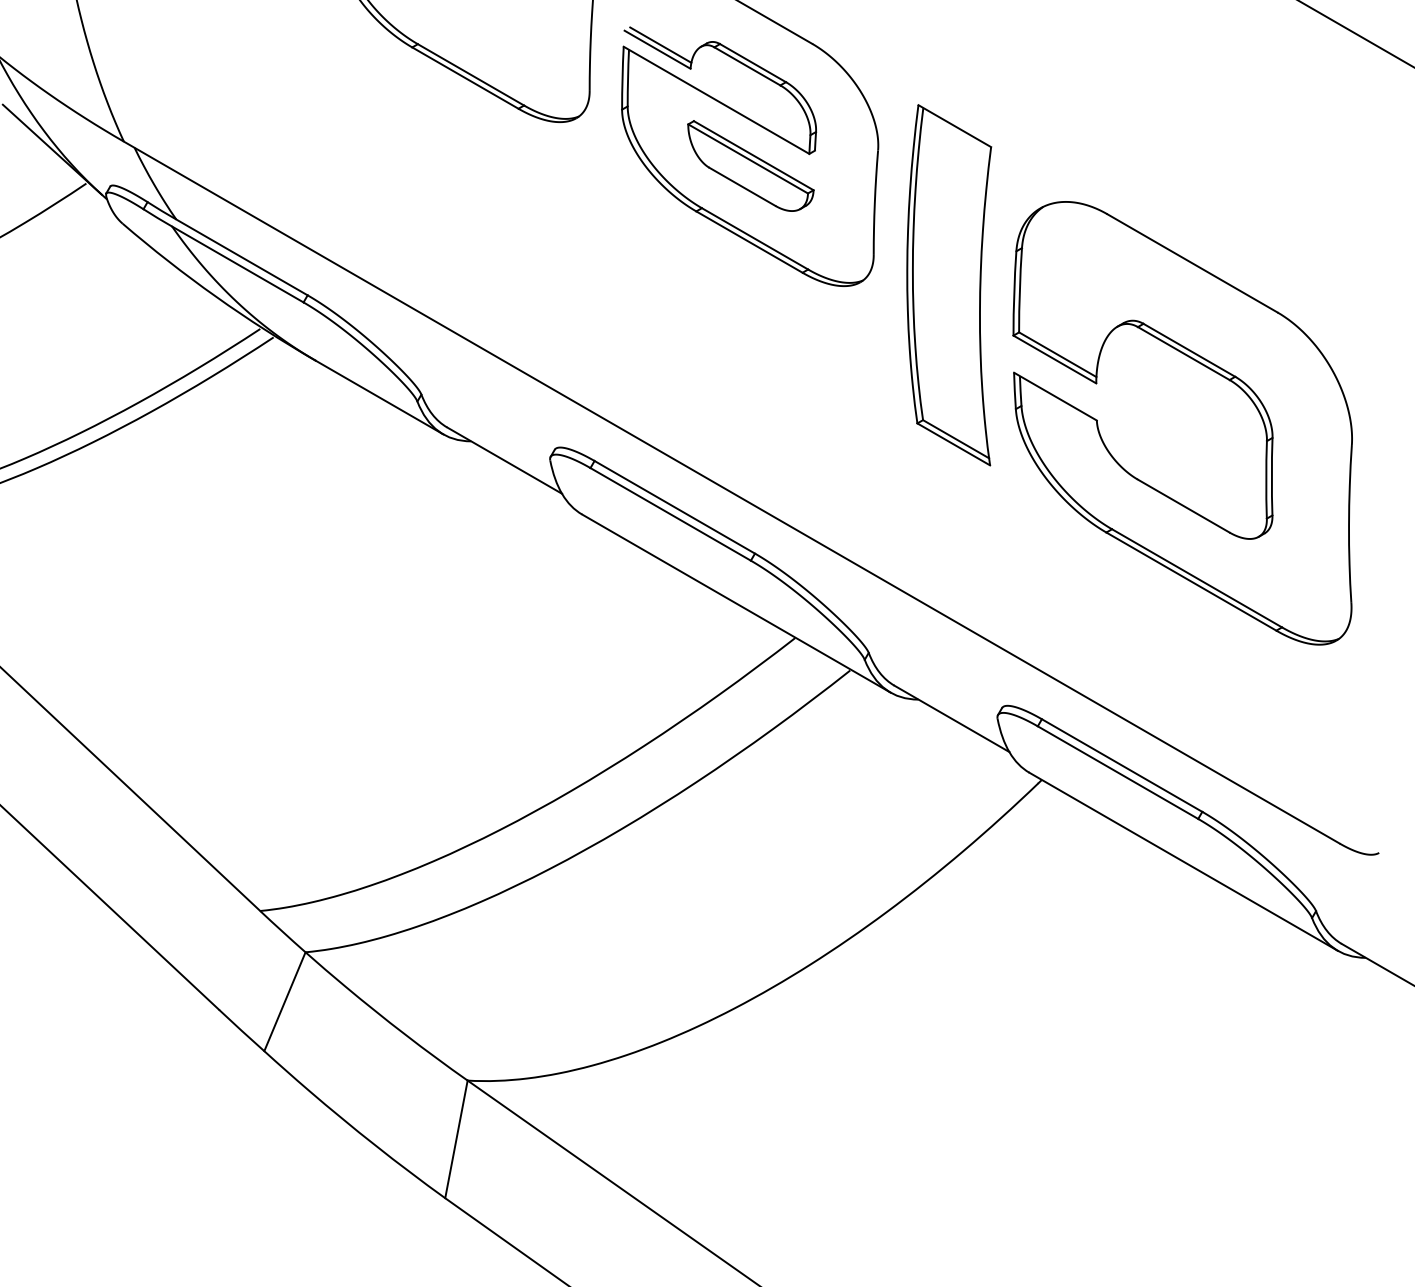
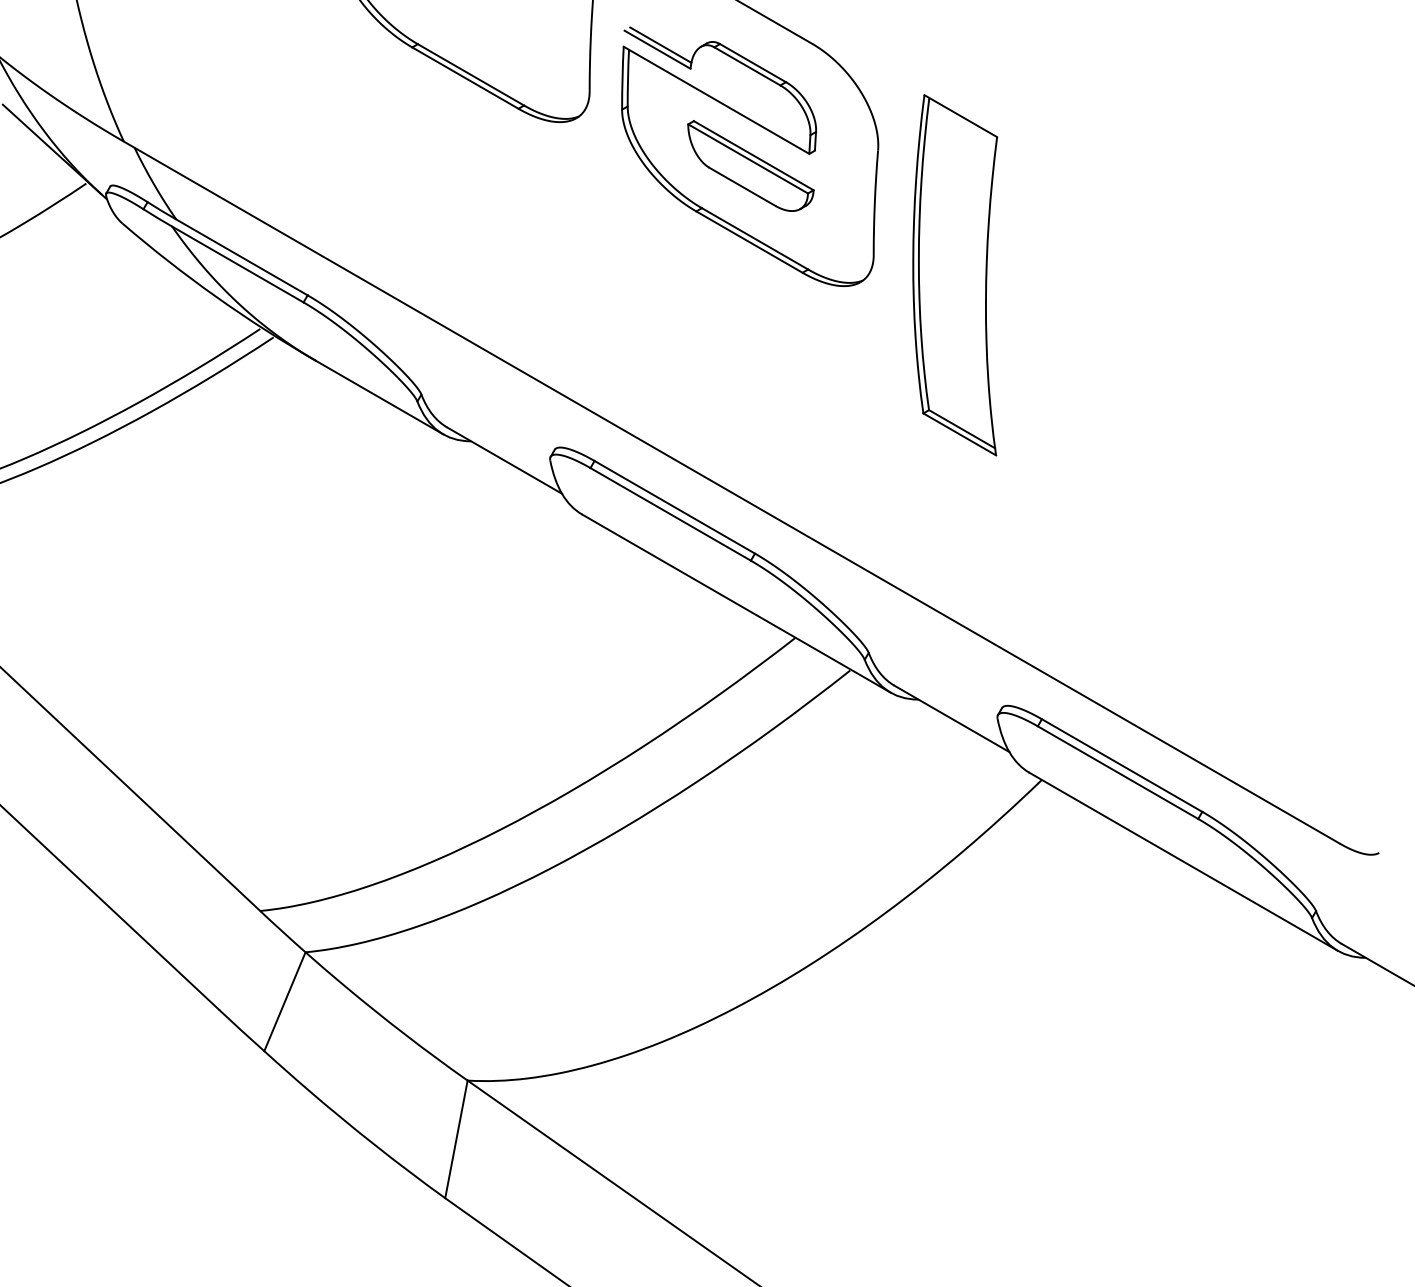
line at (1356, 33): present -> none
part at (949, 285) position: (949, 285) -> (955, 275)
part at (1212, 371): present -> none
